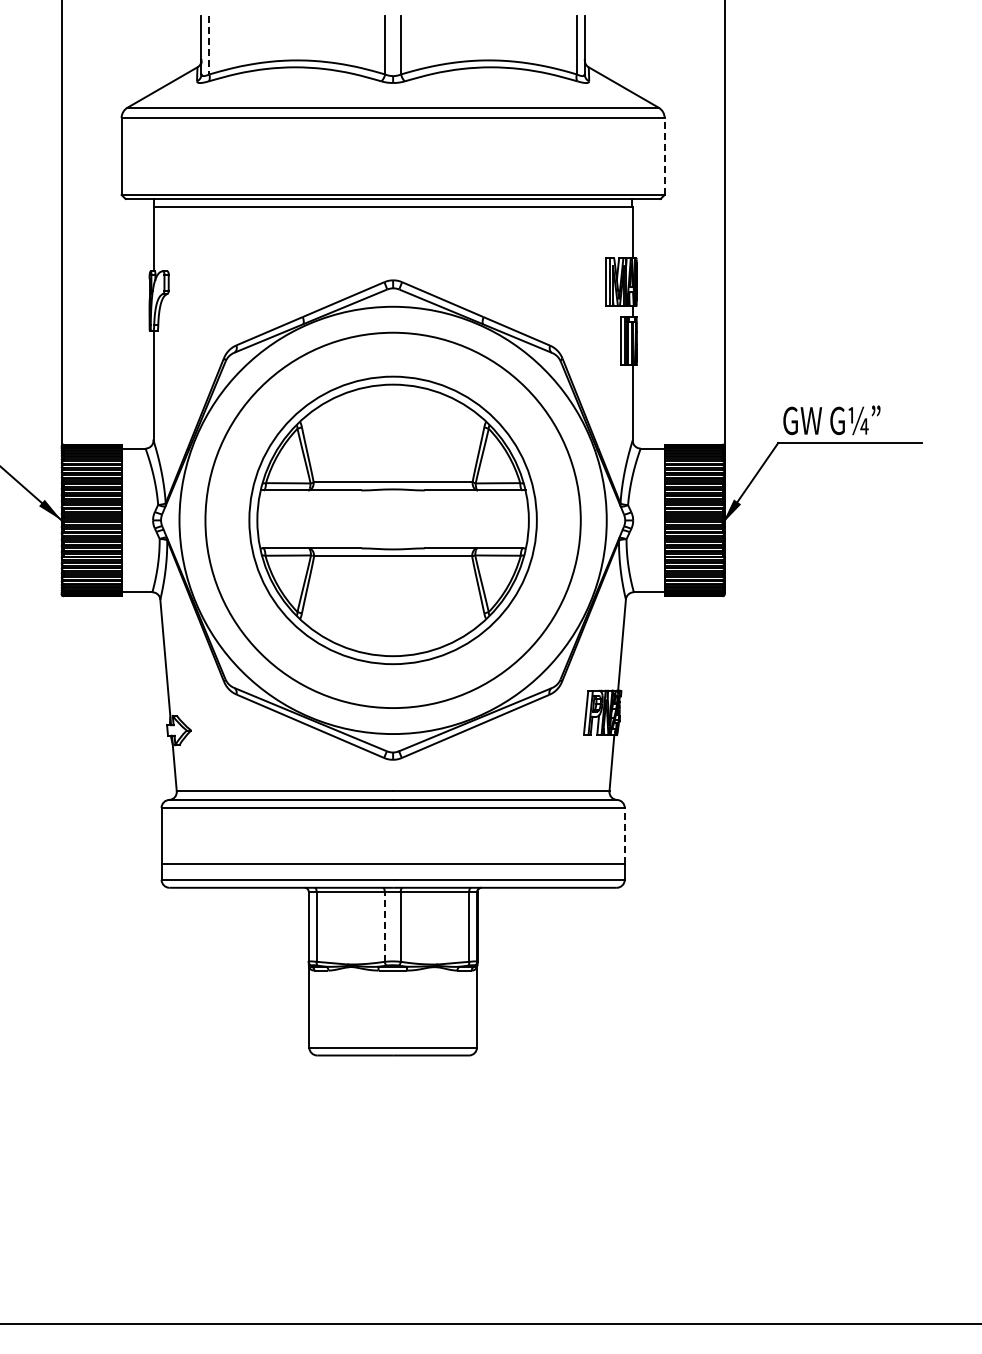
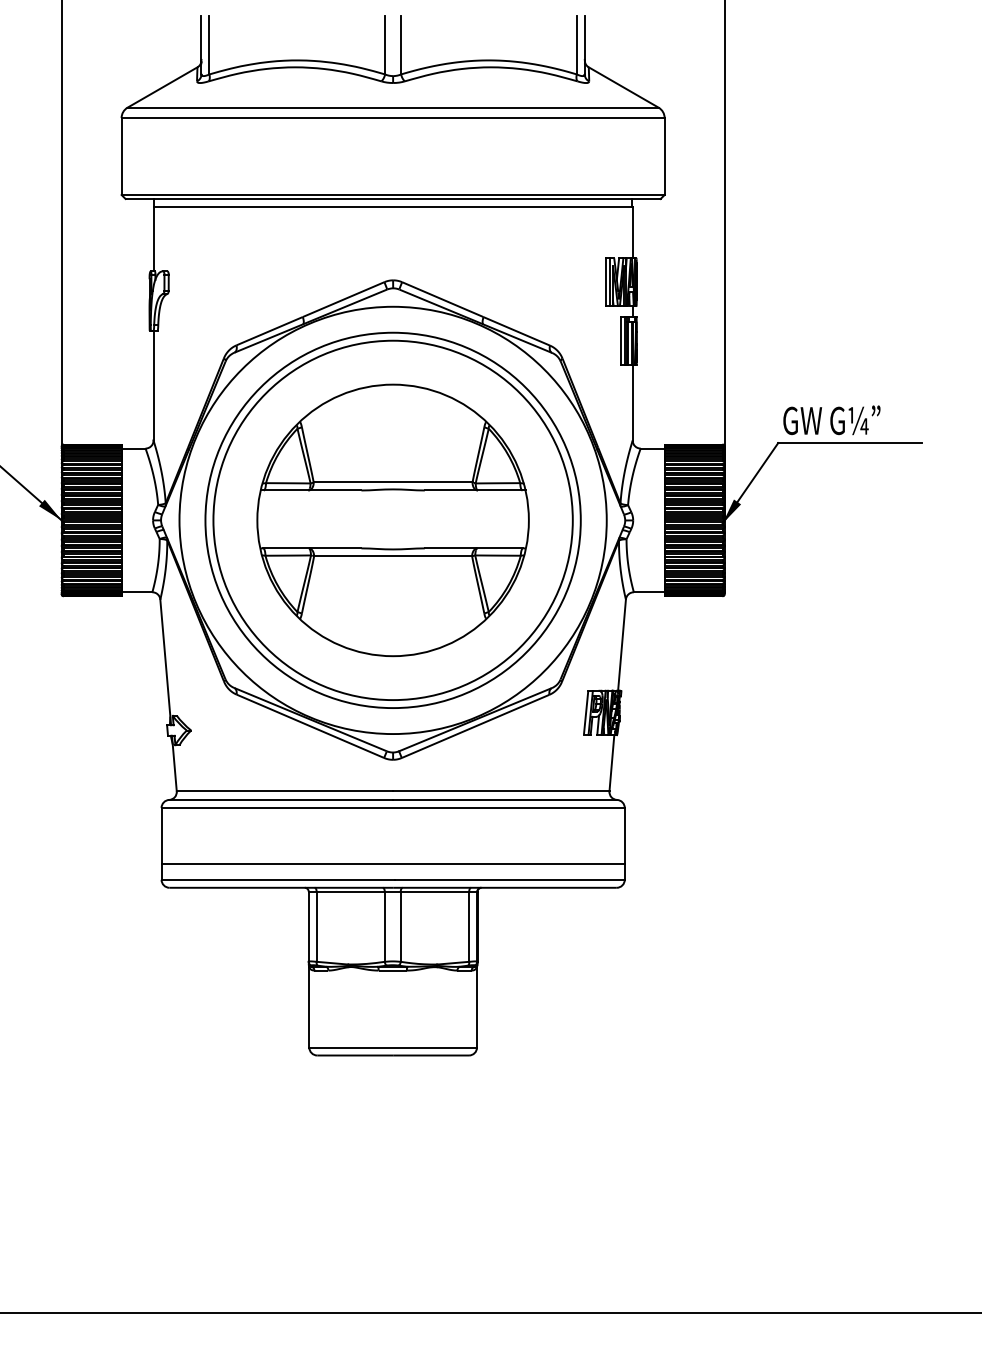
line at (209, 45): dashed -> solid
line at (664, 156): dashed -> solid
circle at (392, 520) diameter: 287 px -> 359 px
line at (624, 835): dashed -> solid
line at (384, 926): dashed -> solid
line at (490, 1324) position: (490, 1324) -> (490, 1313)
